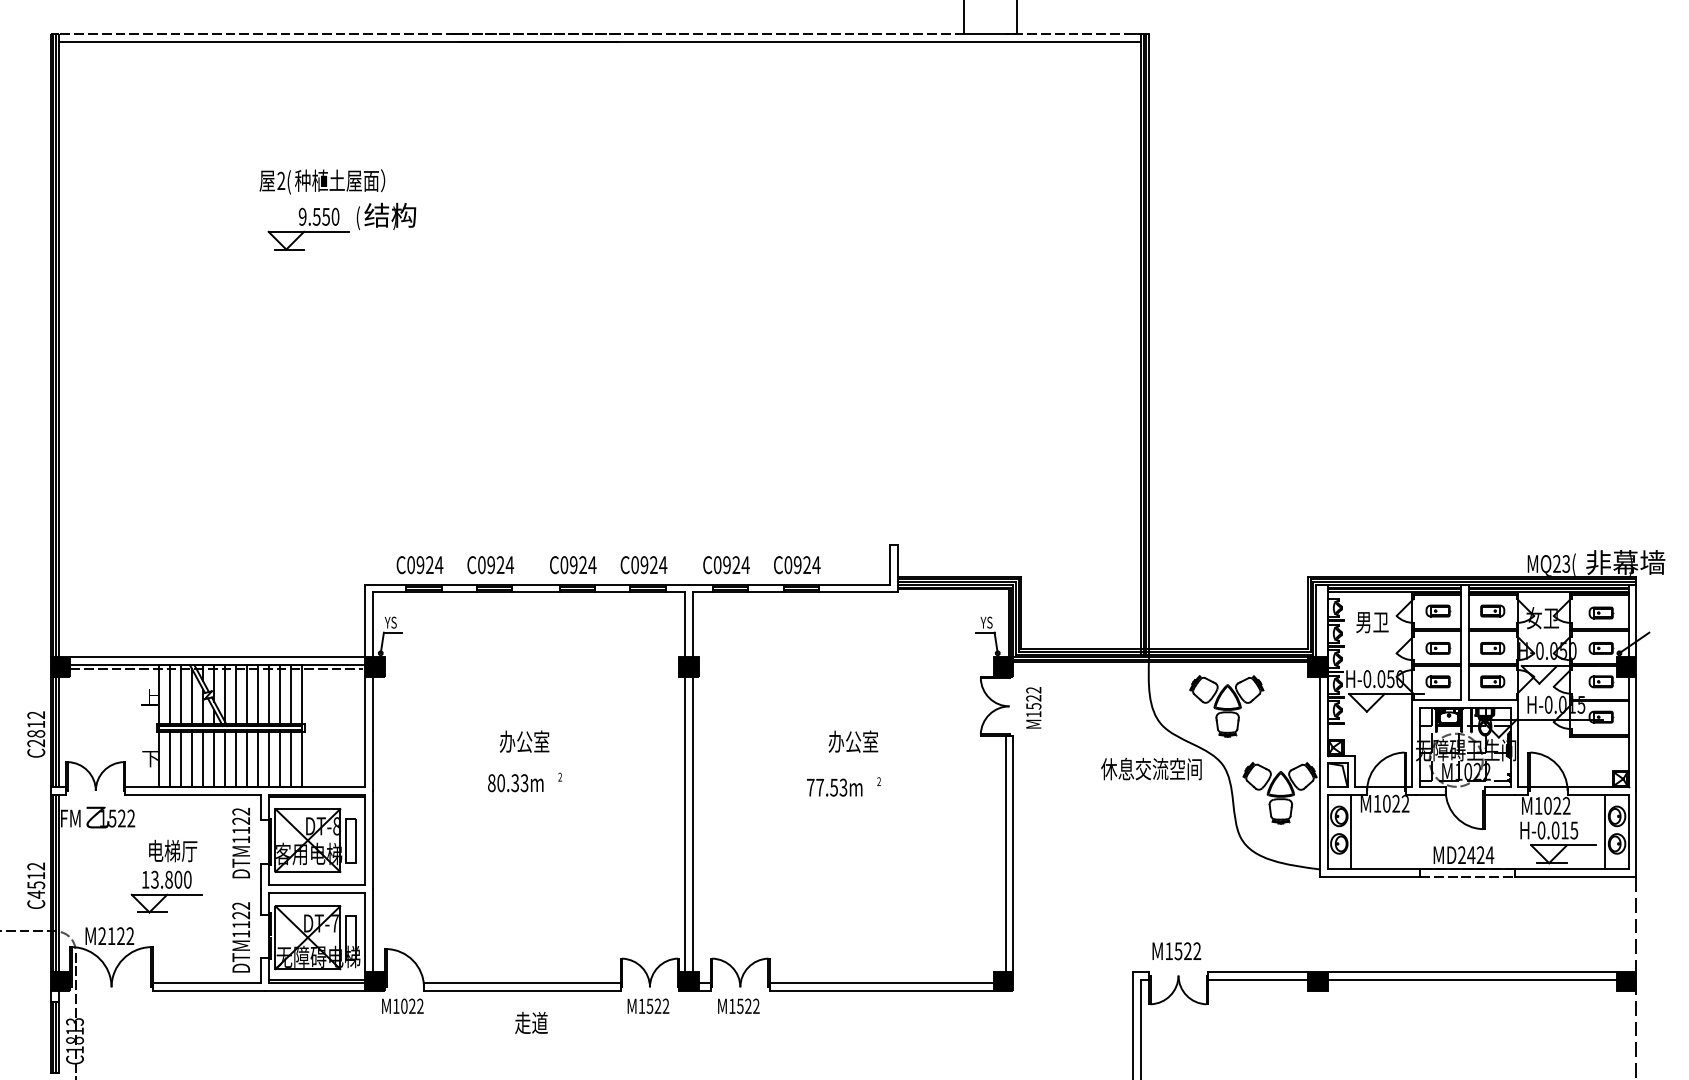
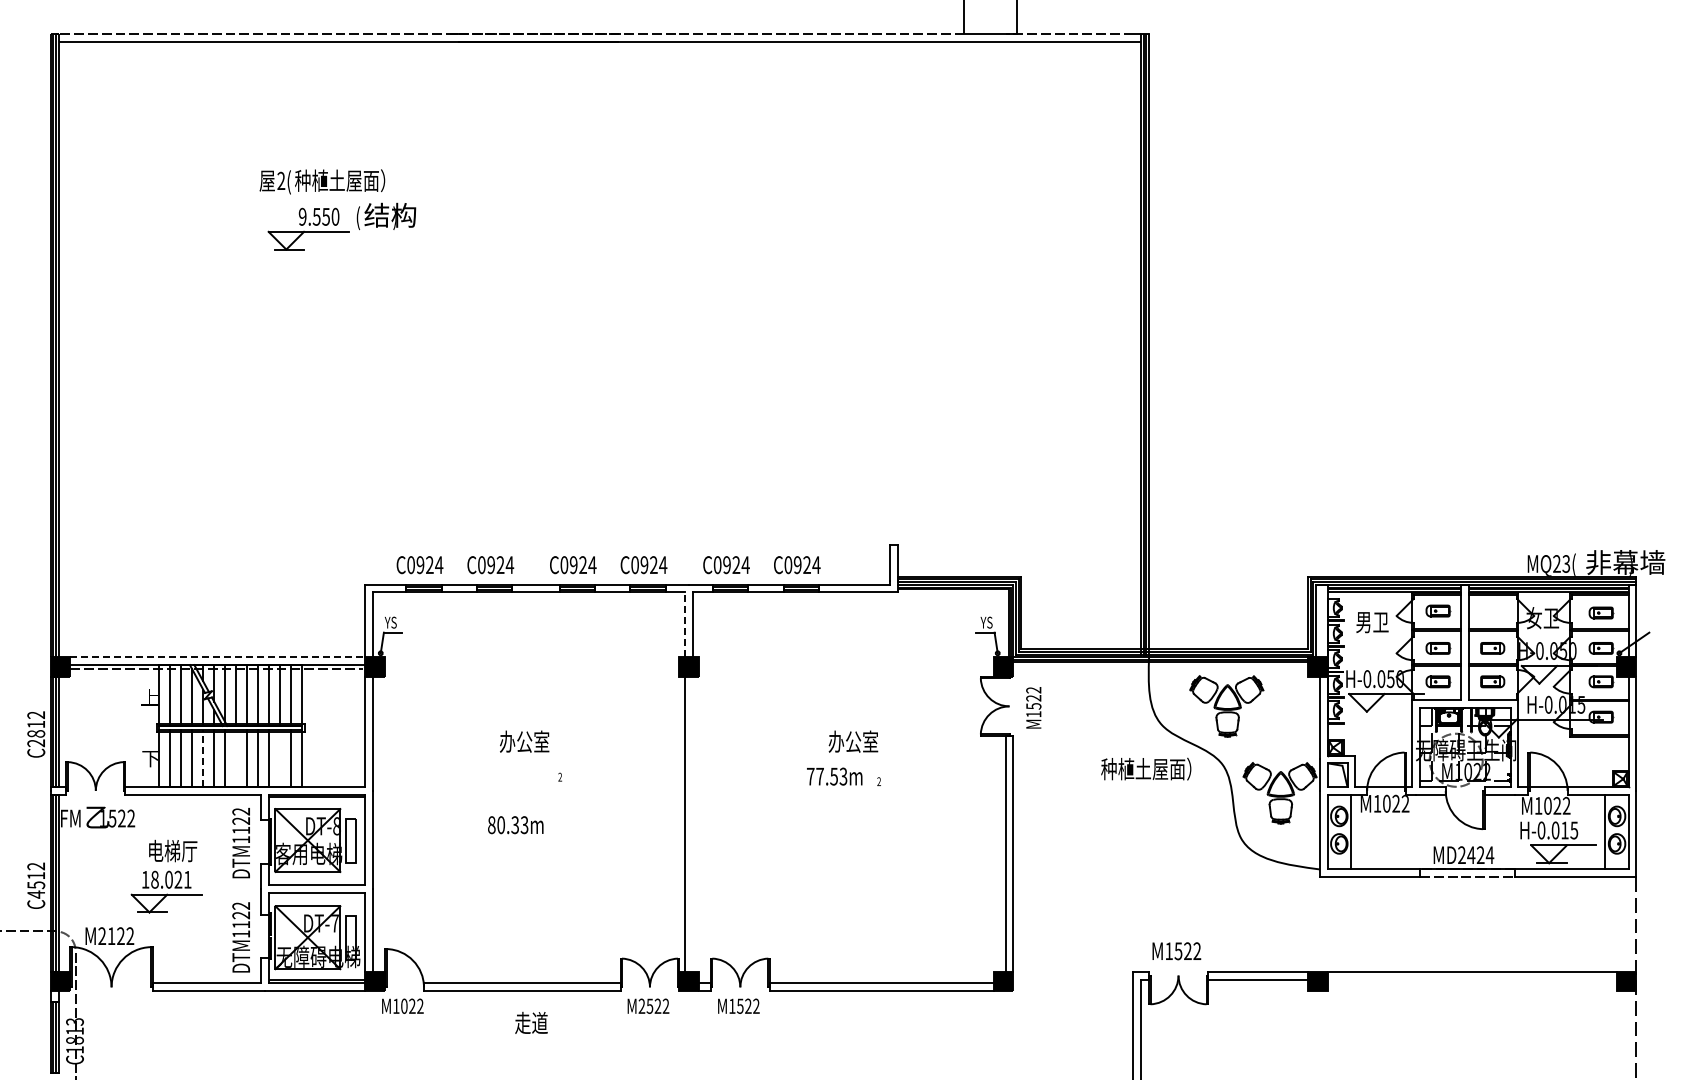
part at (1492, 610): present -> none
line at (685, 624): solid -> dashed
line at (218, 657): solid -> dashed
line at (203, 757): solid -> dashed
line at (236, 757): present -> none
line at (280, 757): present -> none
text at (1151, 768): 休息交流空间 -> 种植土屋面）
text at (515, 783) position: (515, 783) -> (515, 825)
text at (834, 787) position: (834, 787) -> (834, 776)
line at (693, 823): present -> none
text at (171, 879): 13.800 -> 18.021
line at (1471, 979): present -> none
text at (641, 1005): M1522 -> M2522
